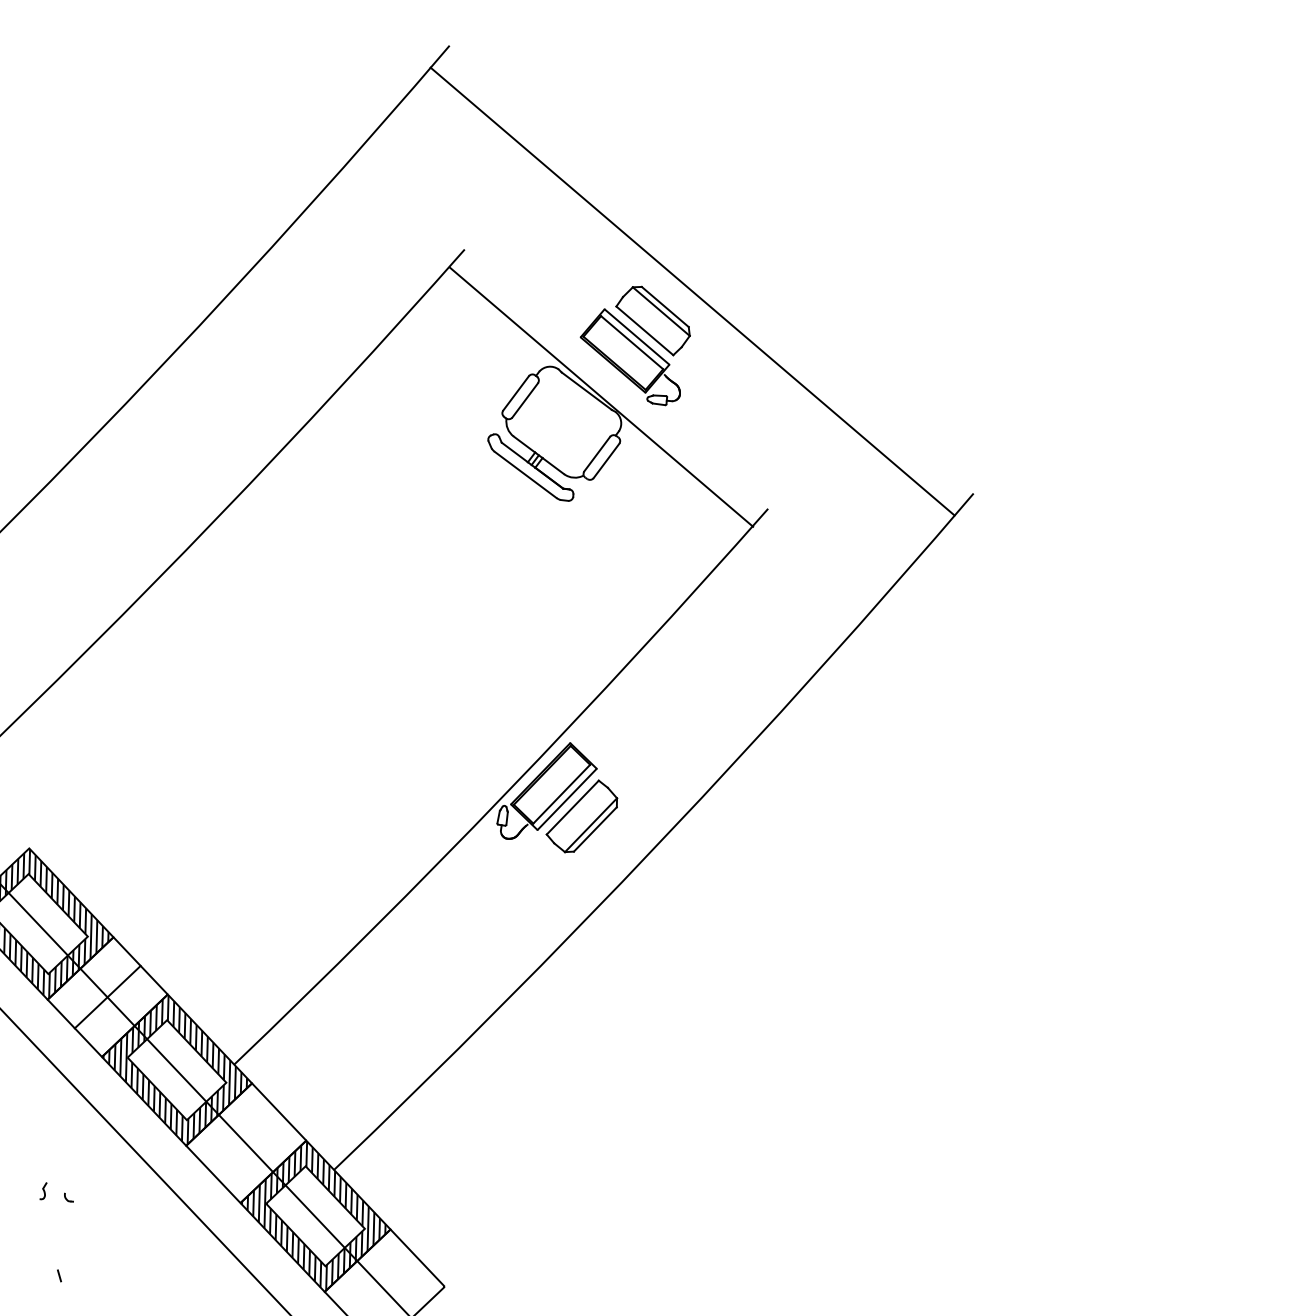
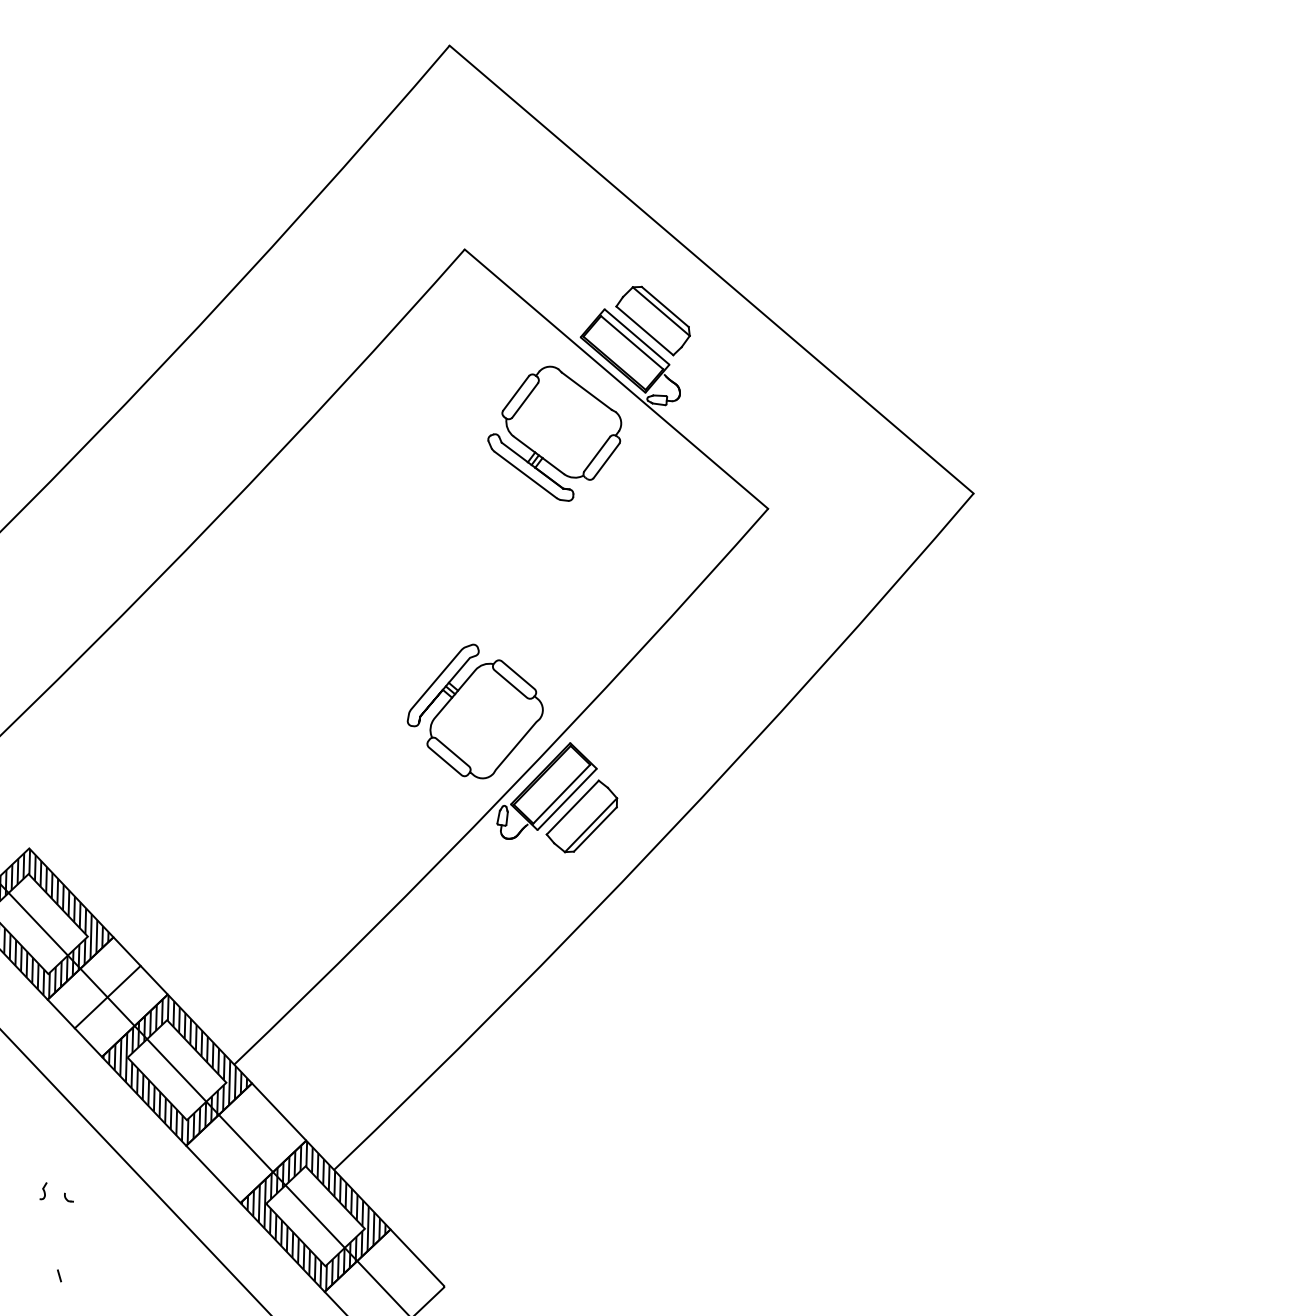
line at (692, 291) position: (692, 291) -> (711, 269)
line at (601, 396) position: (601, 396) -> (616, 378)
part at (474, 711): none -> present
line at (144, 1161) position: (144, 1161) -> (135, 1171)
